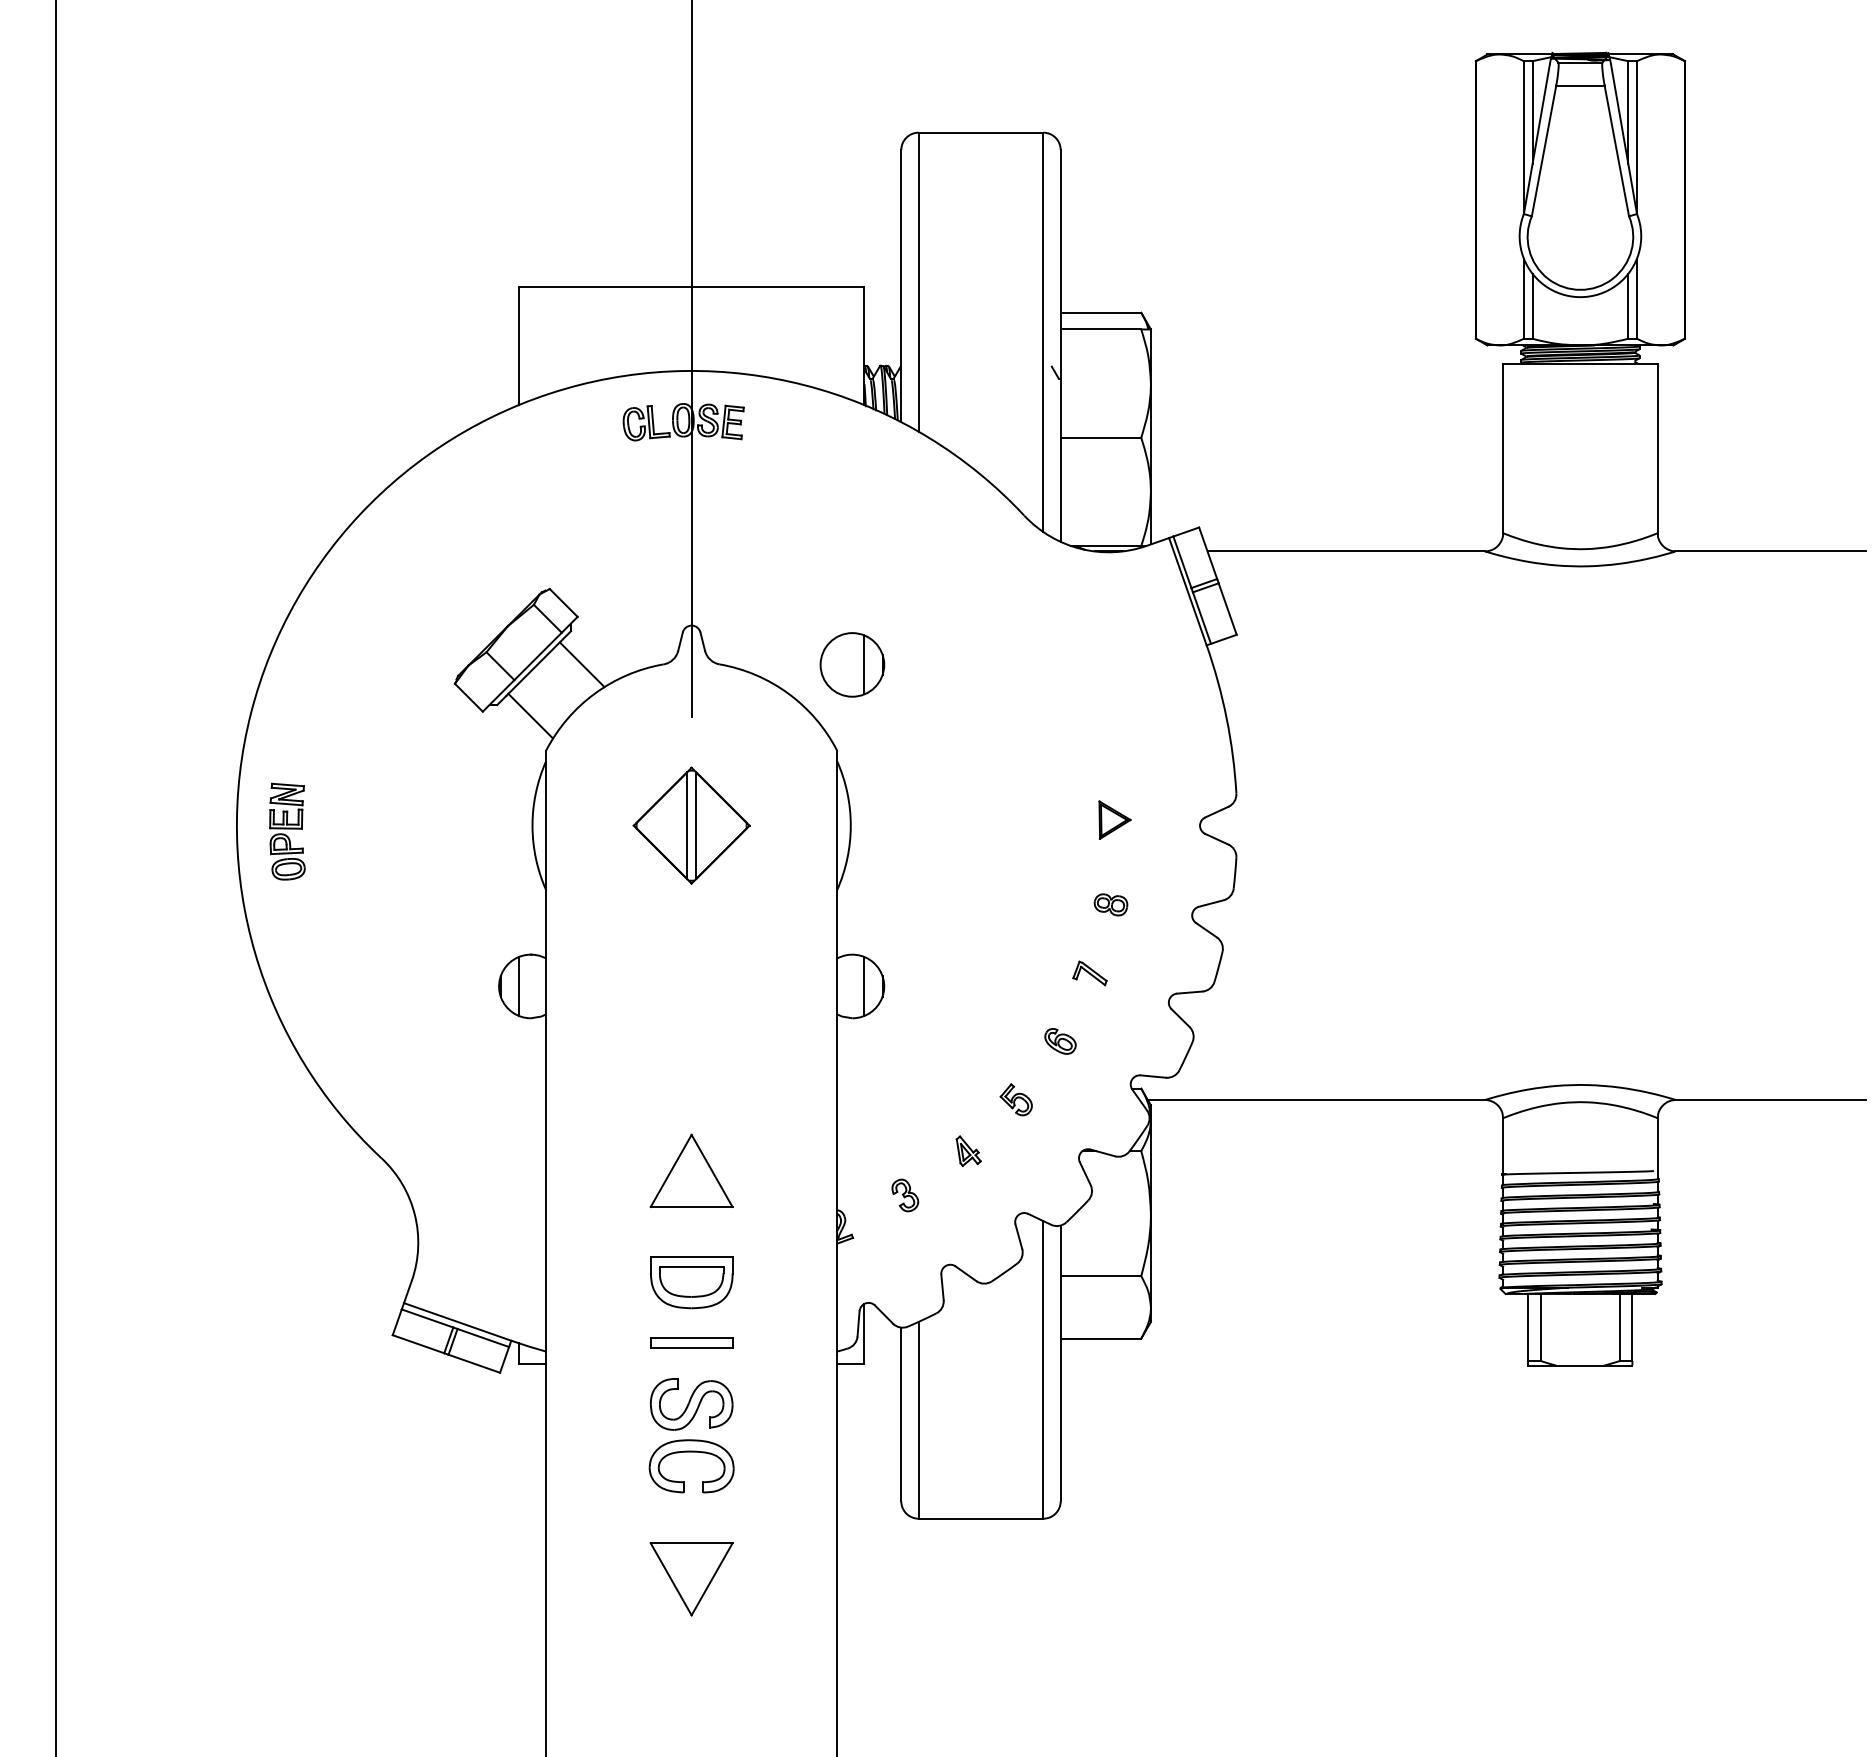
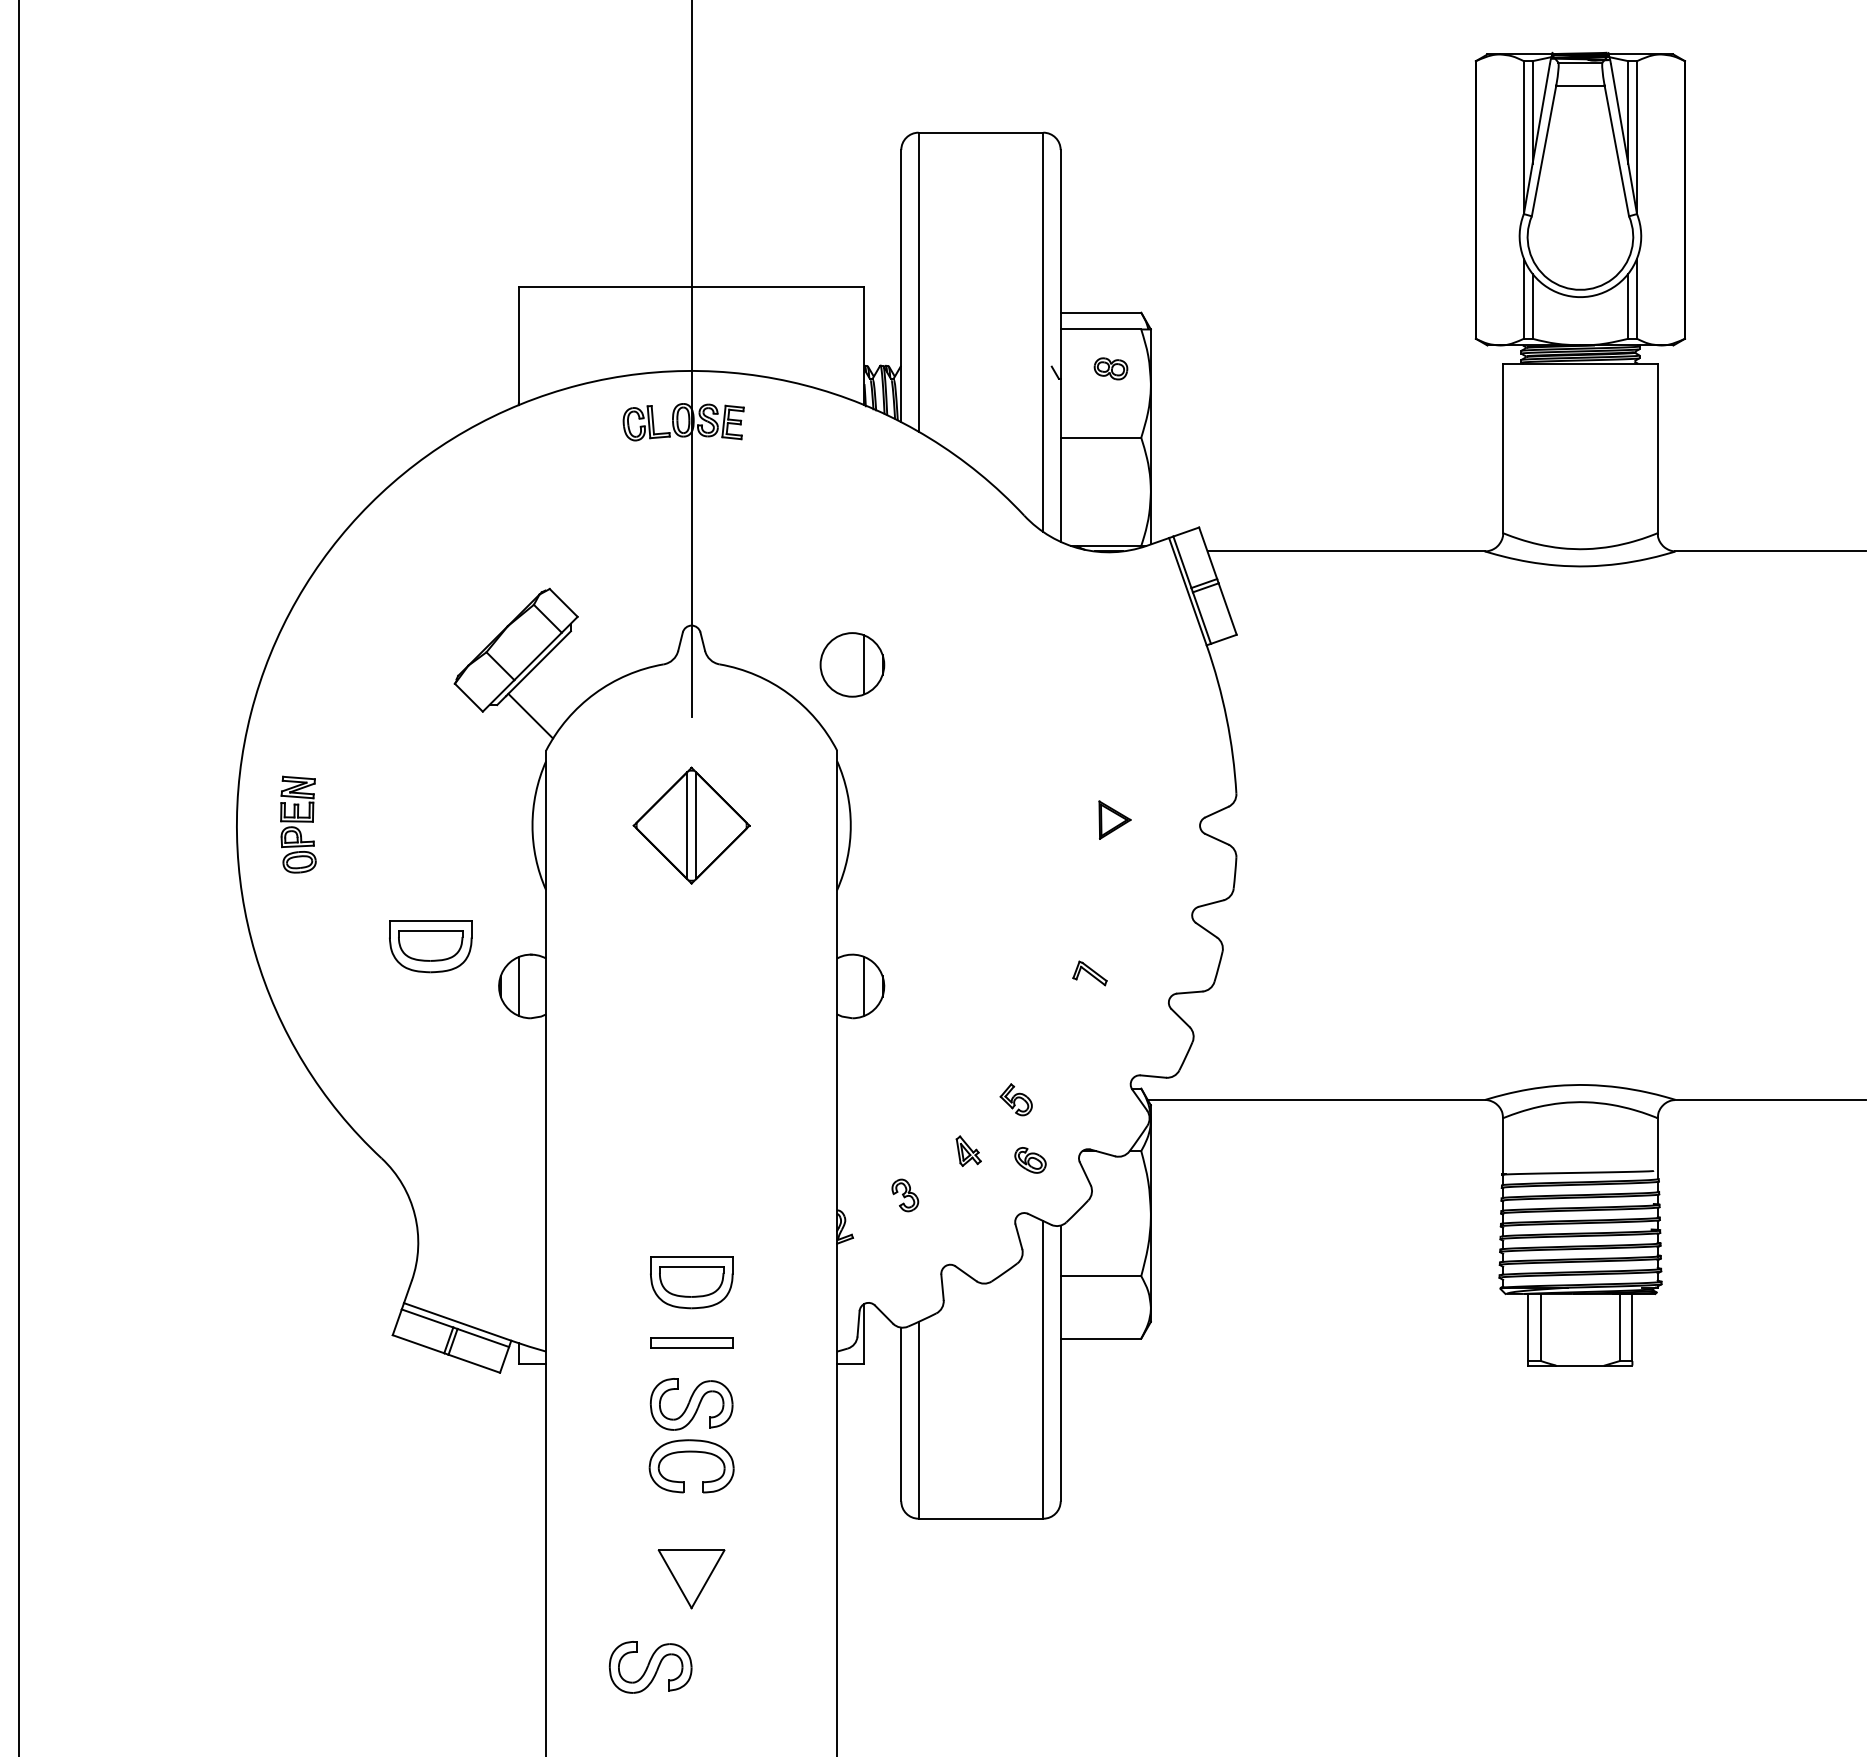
line at (581, 664): present -> none
part at (287, 831) position: (287, 831) -> (298, 824)
line at (56, 877) position: (56, 877) -> (19, 877)
part at (1110, 904) position: (1110, 904) -> (1110, 368)
part at (430, 946): none -> present
part at (1060, 1041) position: (1060, 1041) -> (1030, 1160)
part at (691, 1170): present -> none
part at (691, 1579) size: 85x75 px -> 69x61 px
part at (650, 1667): none -> present
